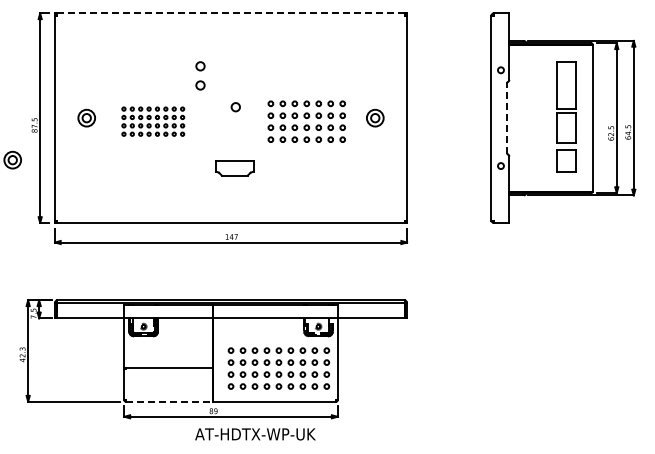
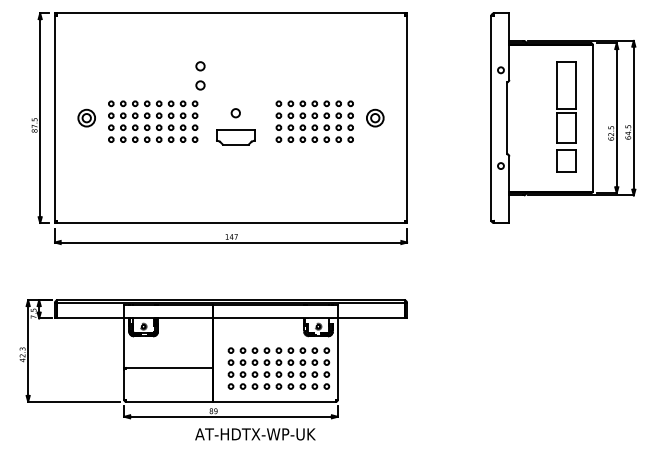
line at (231, 13): dashed -> solid
circle at (235, 107) position: (235, 107) -> (235, 113)
line at (506, 118): dashed -> solid
part at (153, 121) size: 65x31 px -> 91x43 px
part at (306, 121) position: (306, 121) -> (314, 121)
part at (12, 159): present -> none
part at (234, 168) position: (234, 168) -> (235, 137)
line at (169, 401): dashed -> solid
